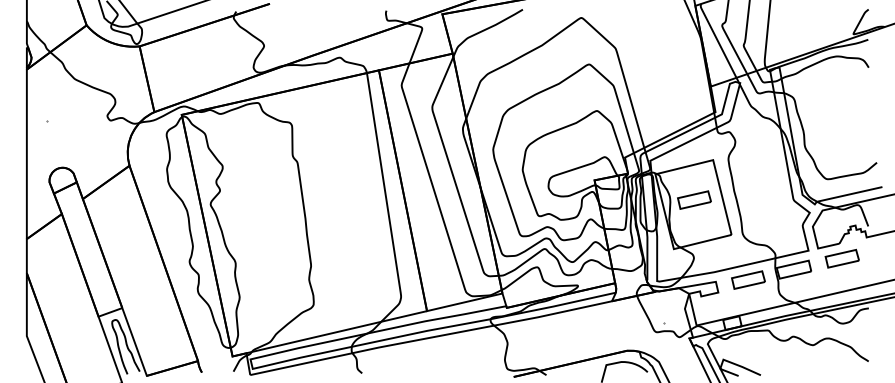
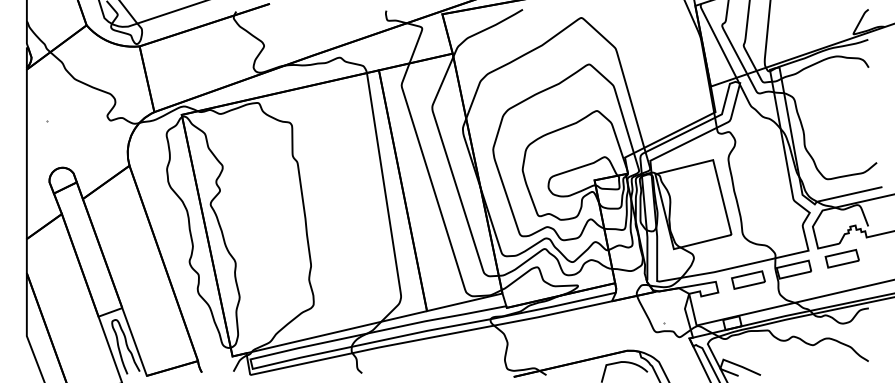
part at (694, 199): present -> none
